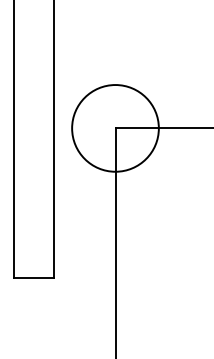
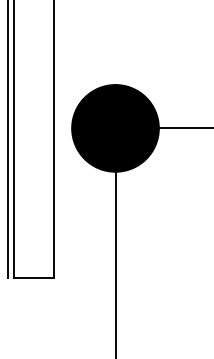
fill at (115, 128): none -> present
line at (7, 139): none -> present
